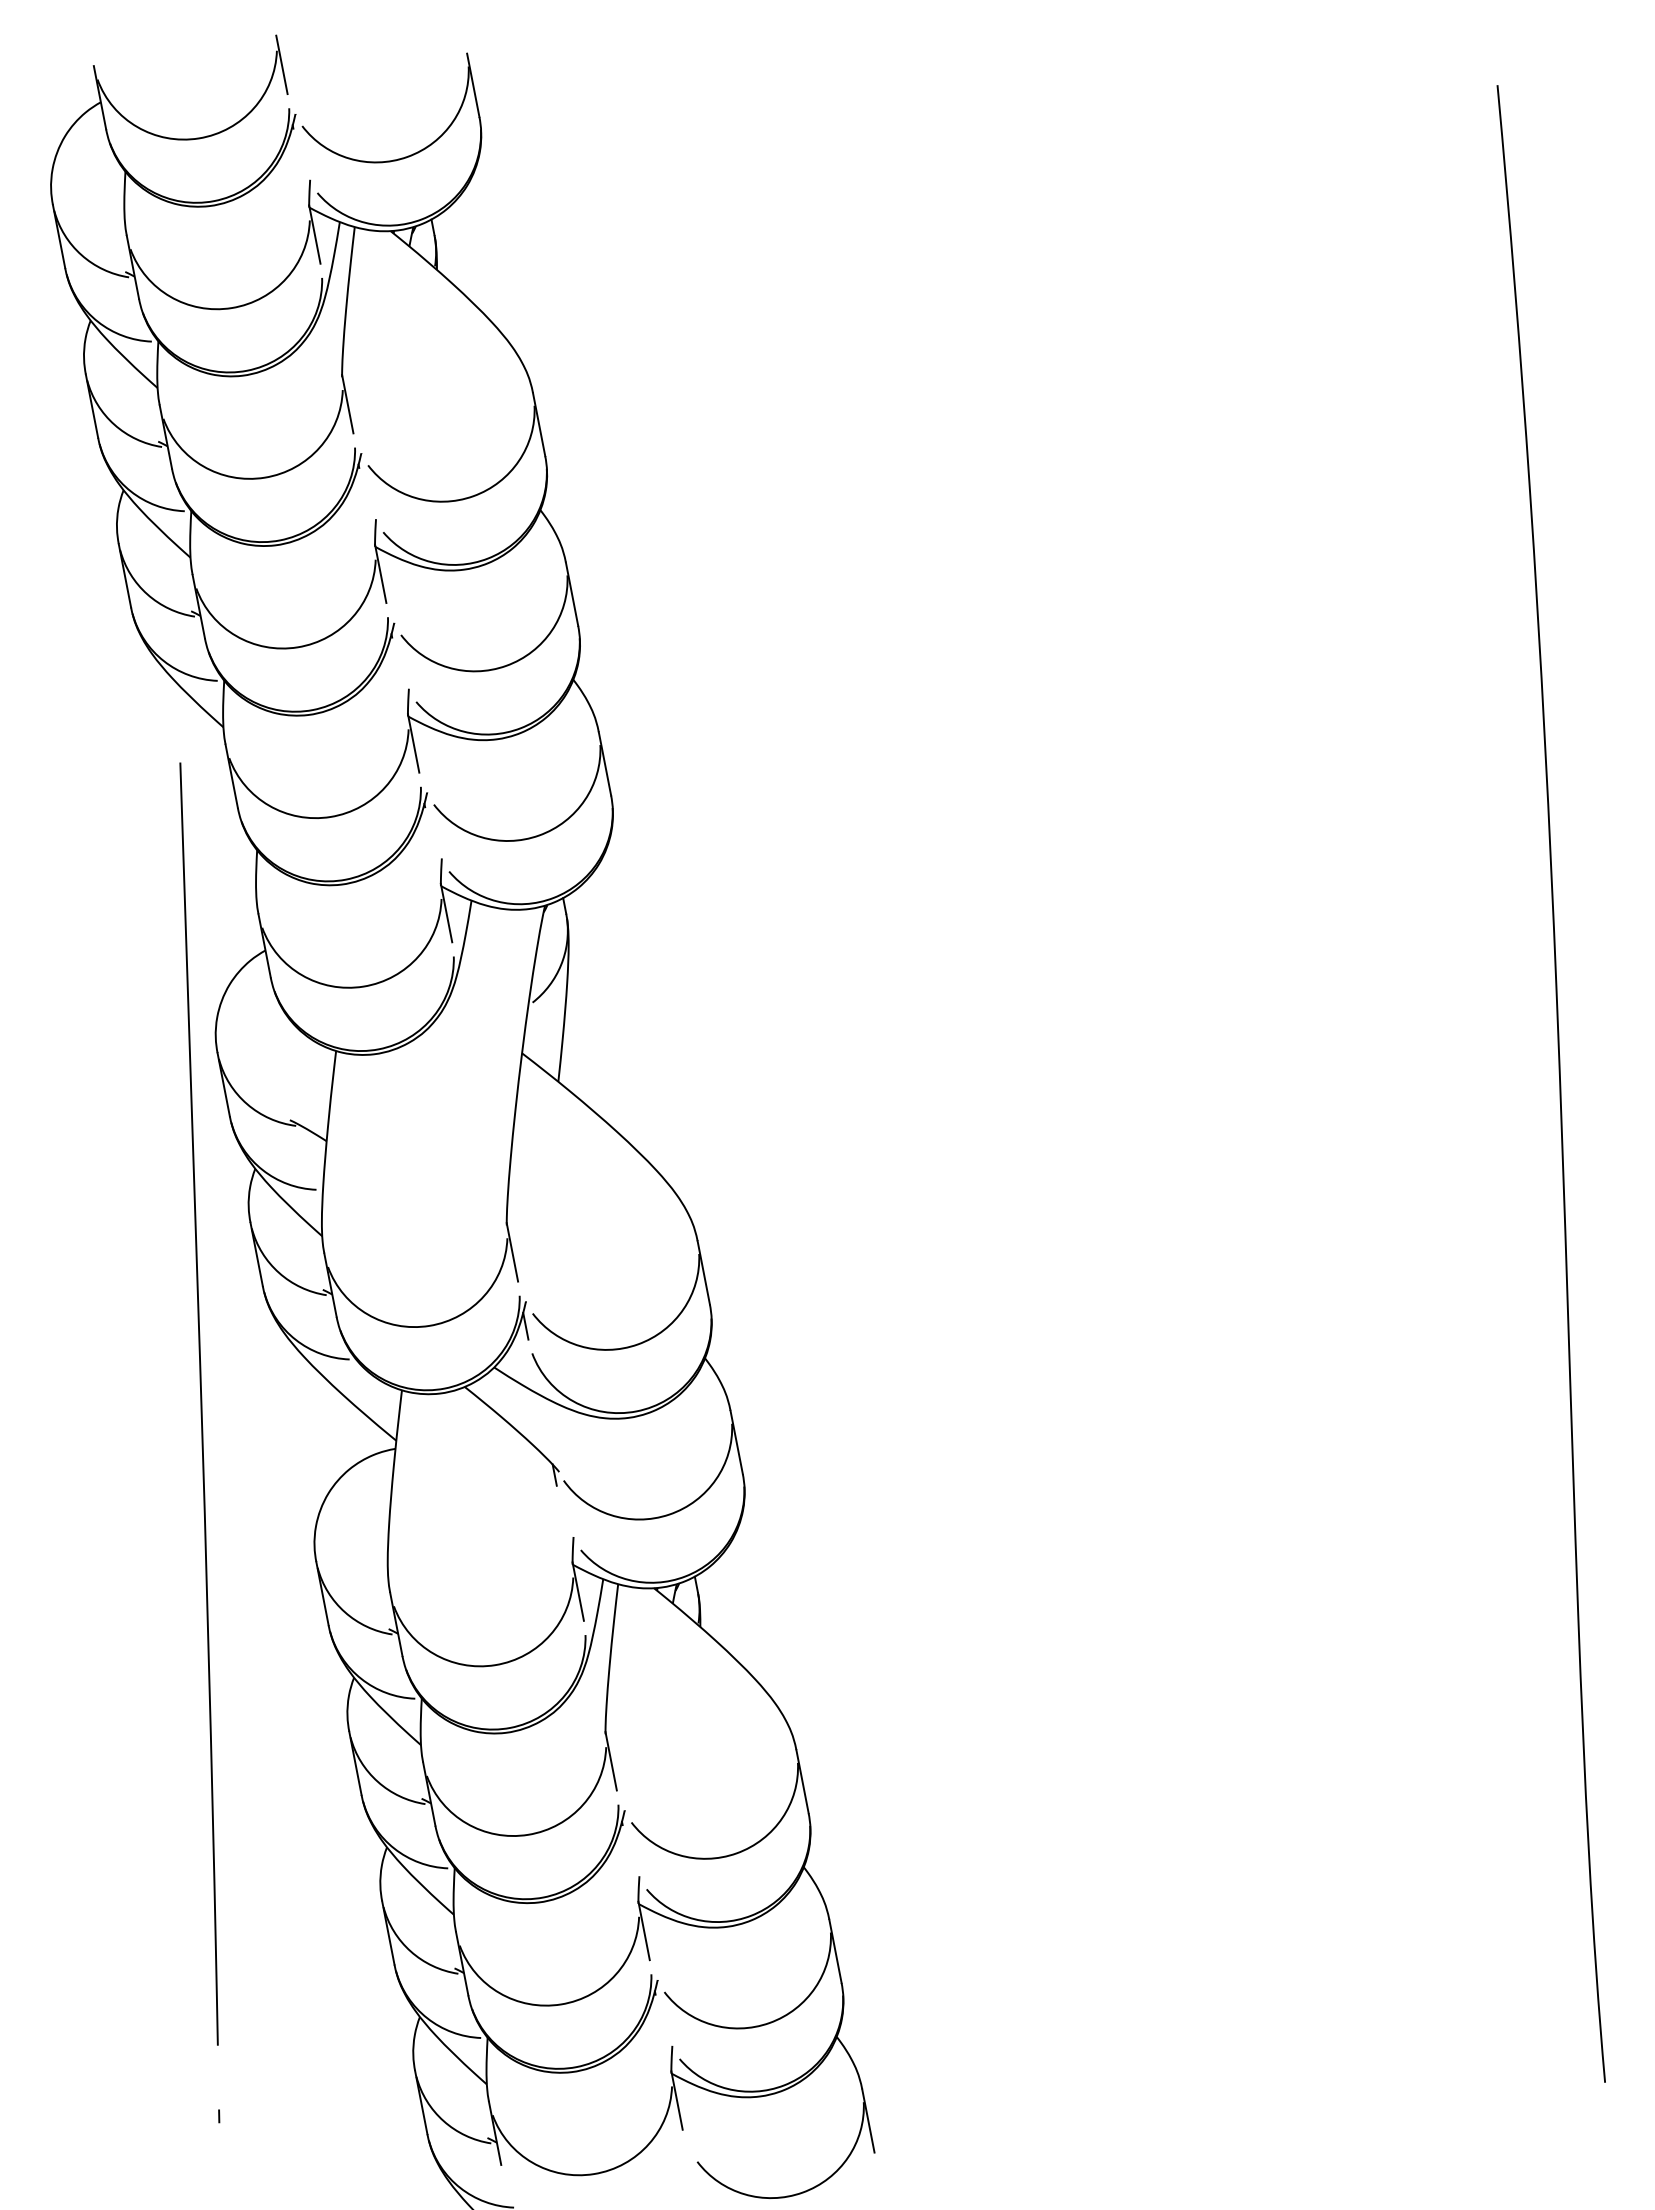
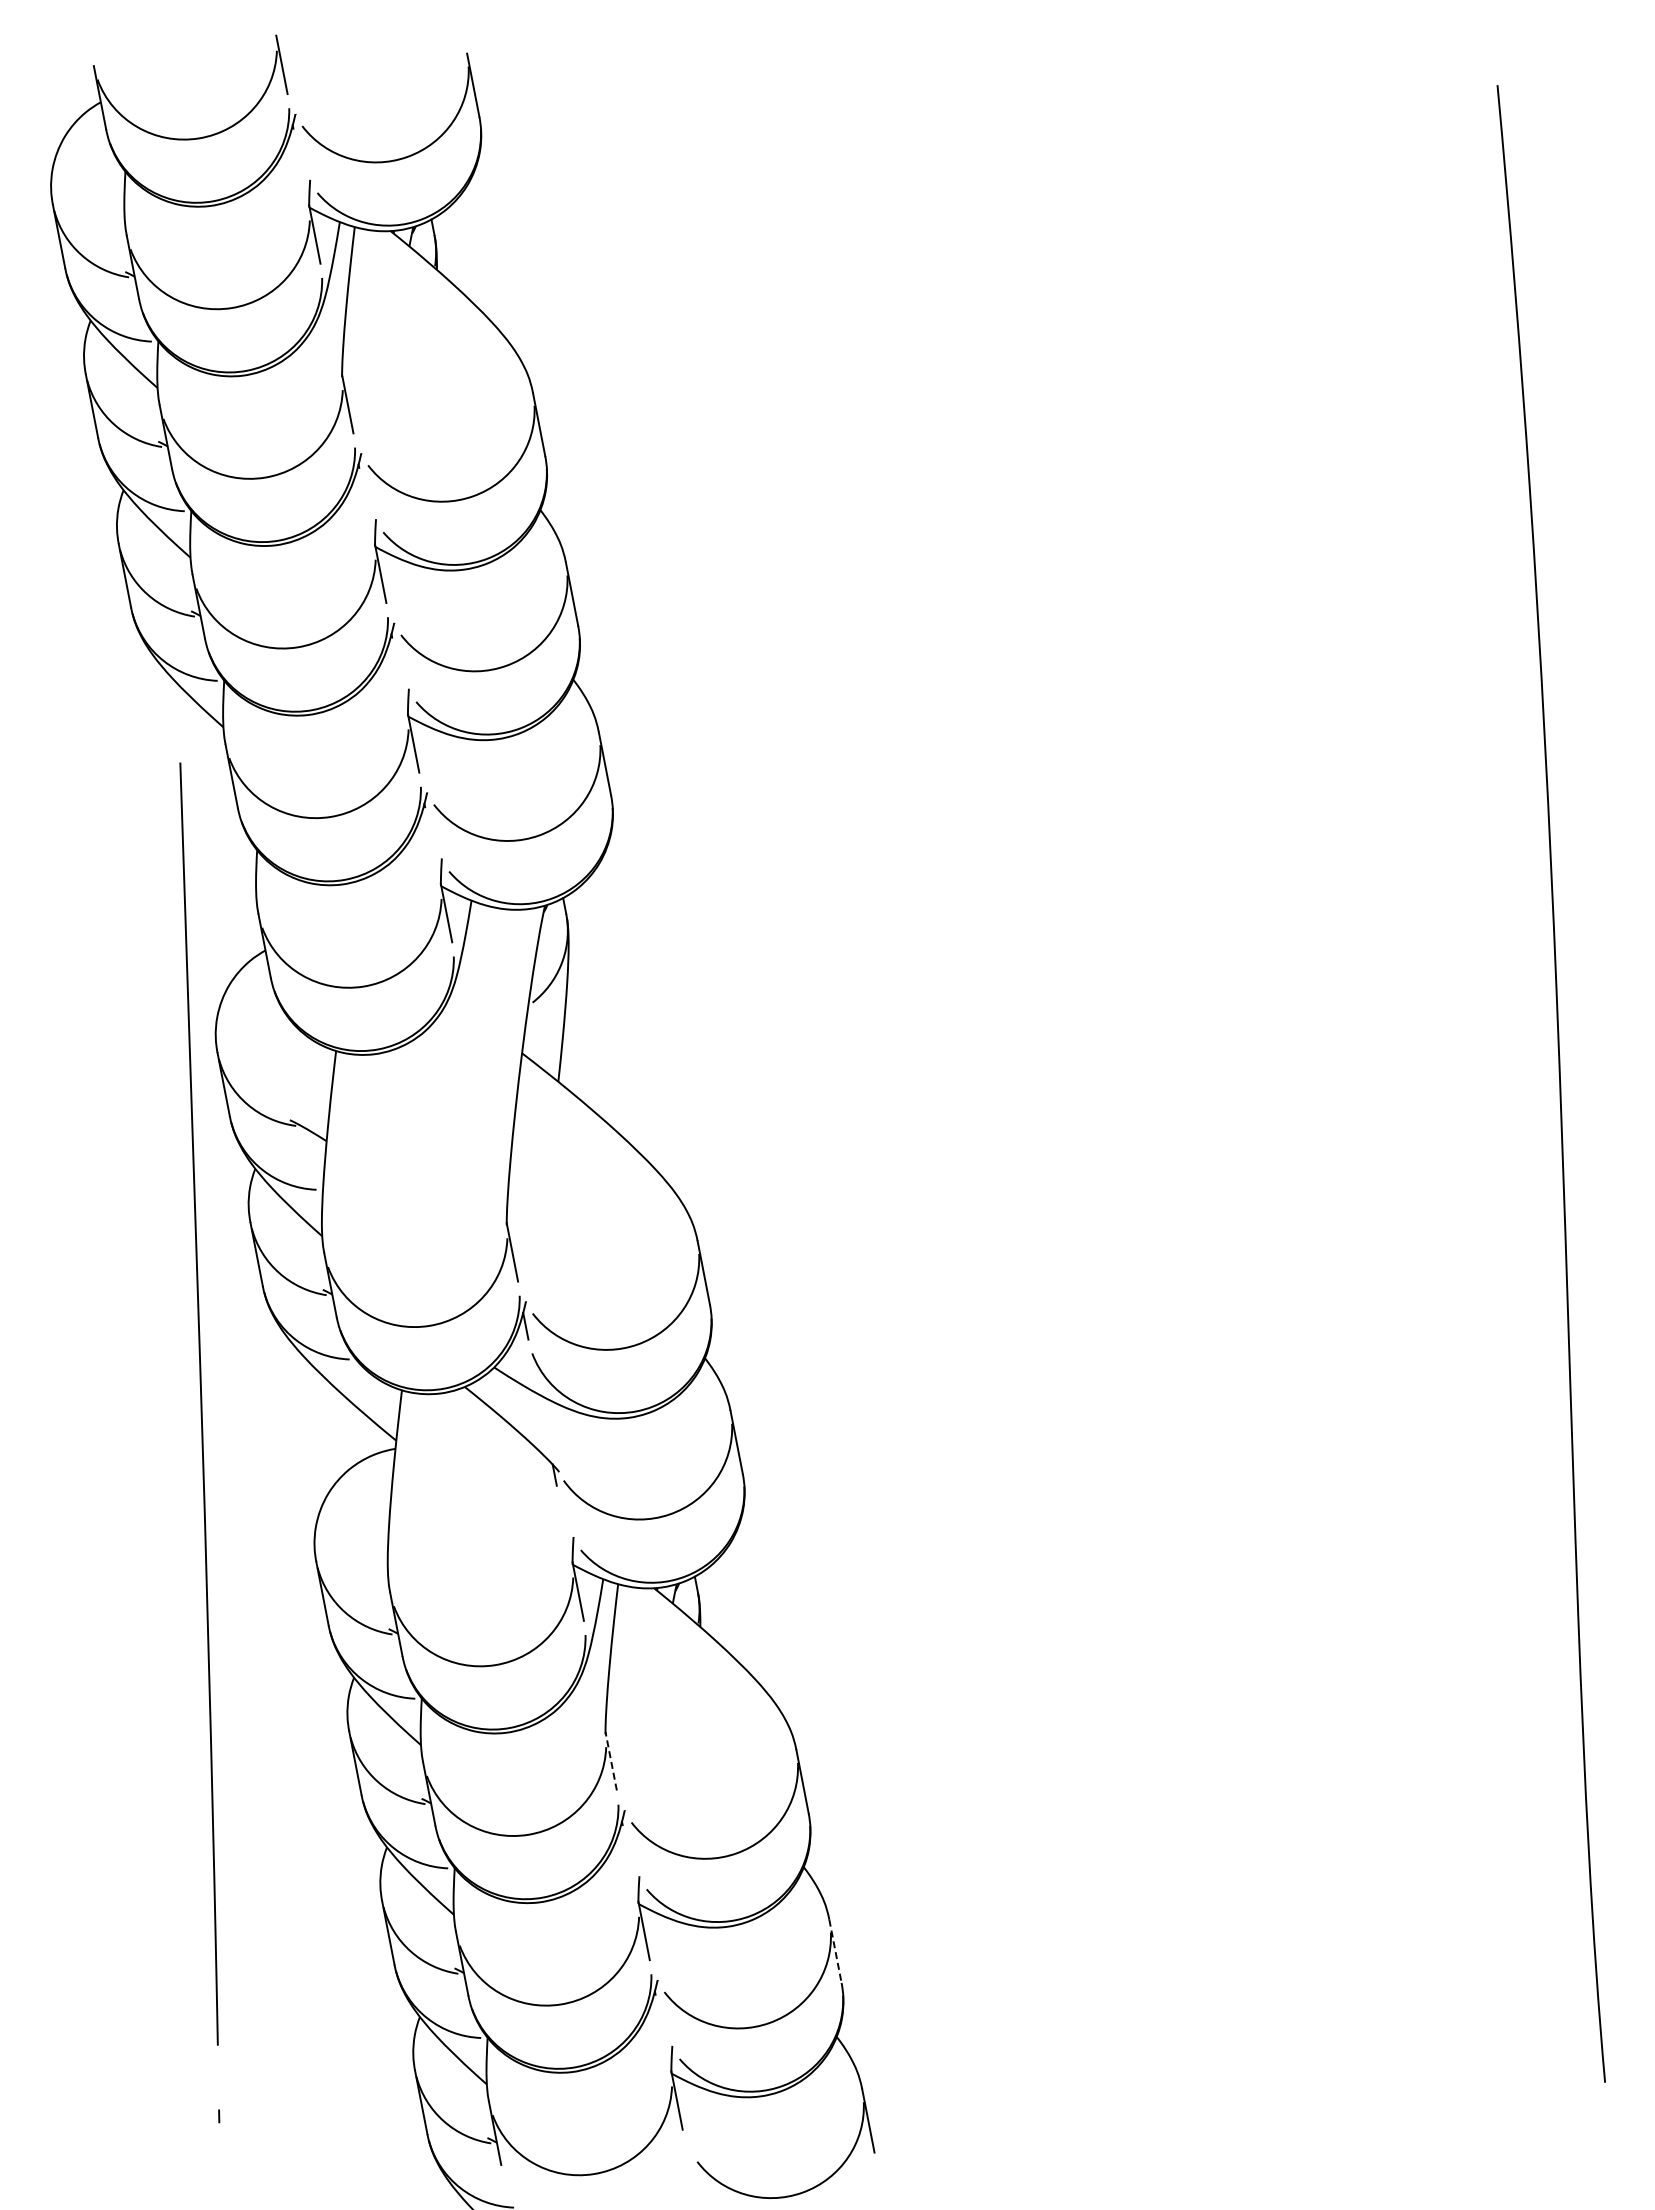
line at (611, 1761): solid -> dashed
line at (835, 1951): solid -> dashed
